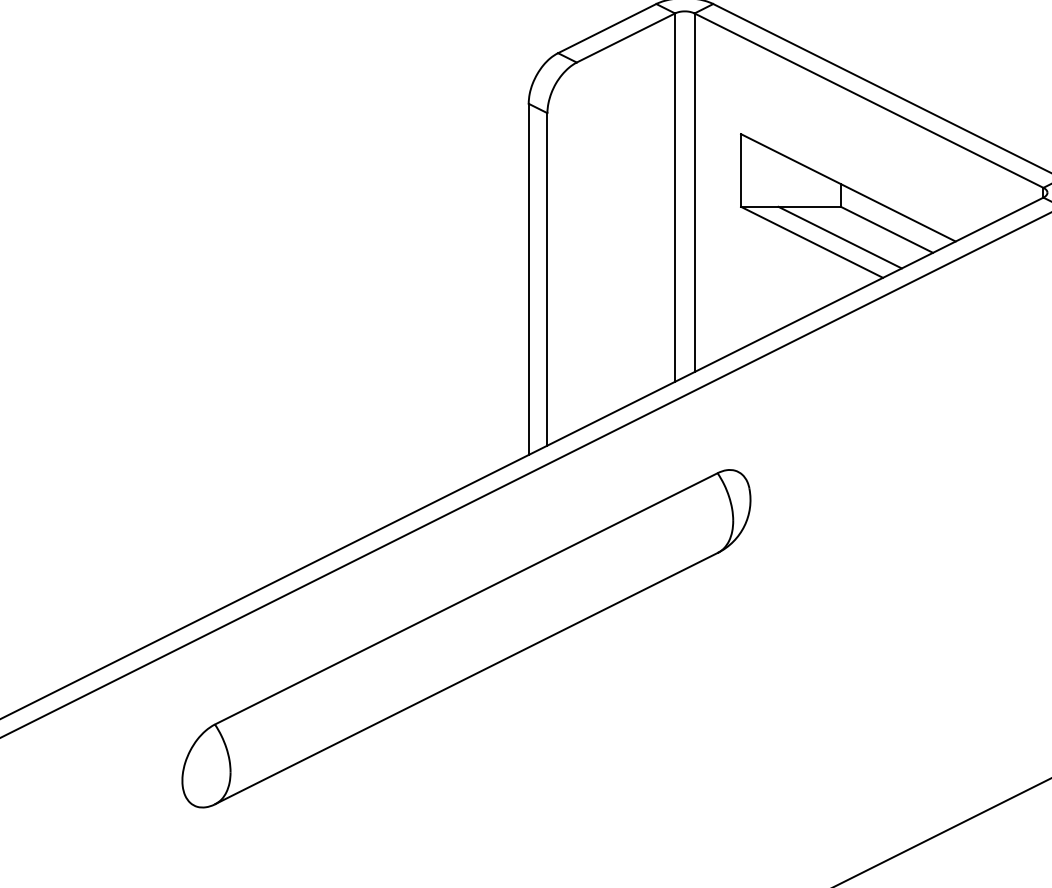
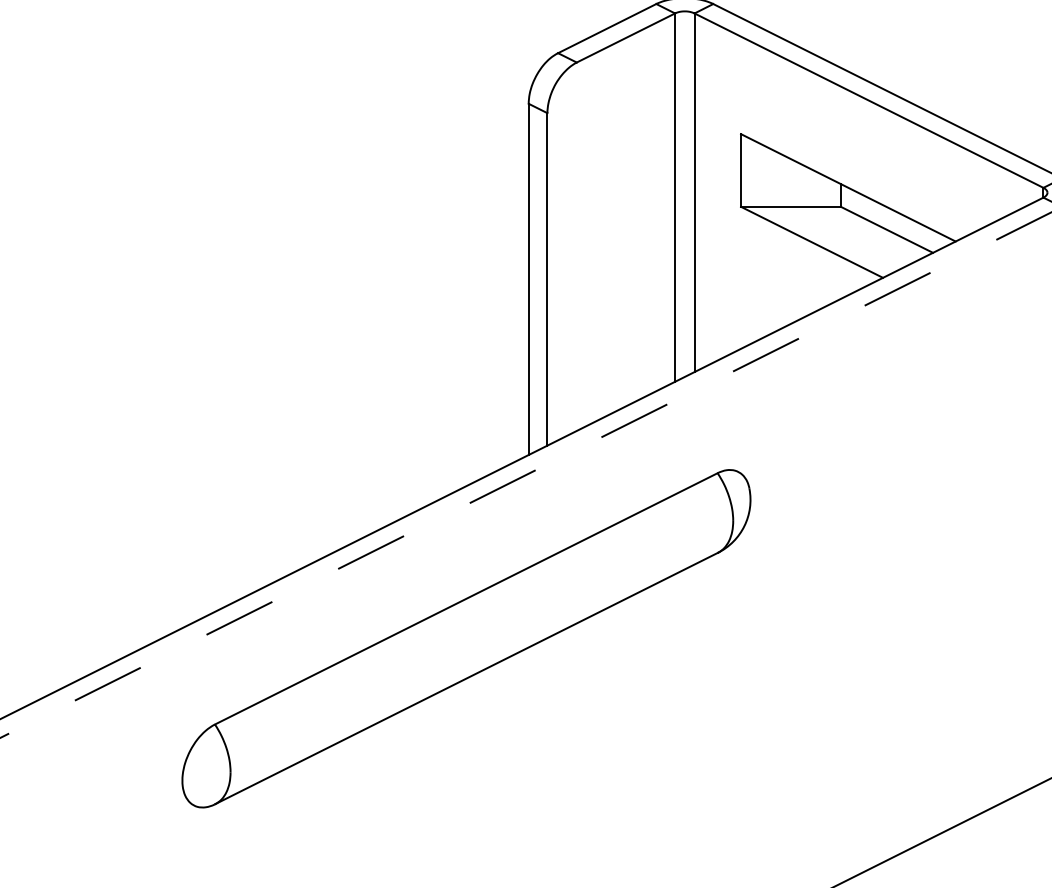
line at (839, 237): present -> none
line at (525, 475): solid -> dashed
